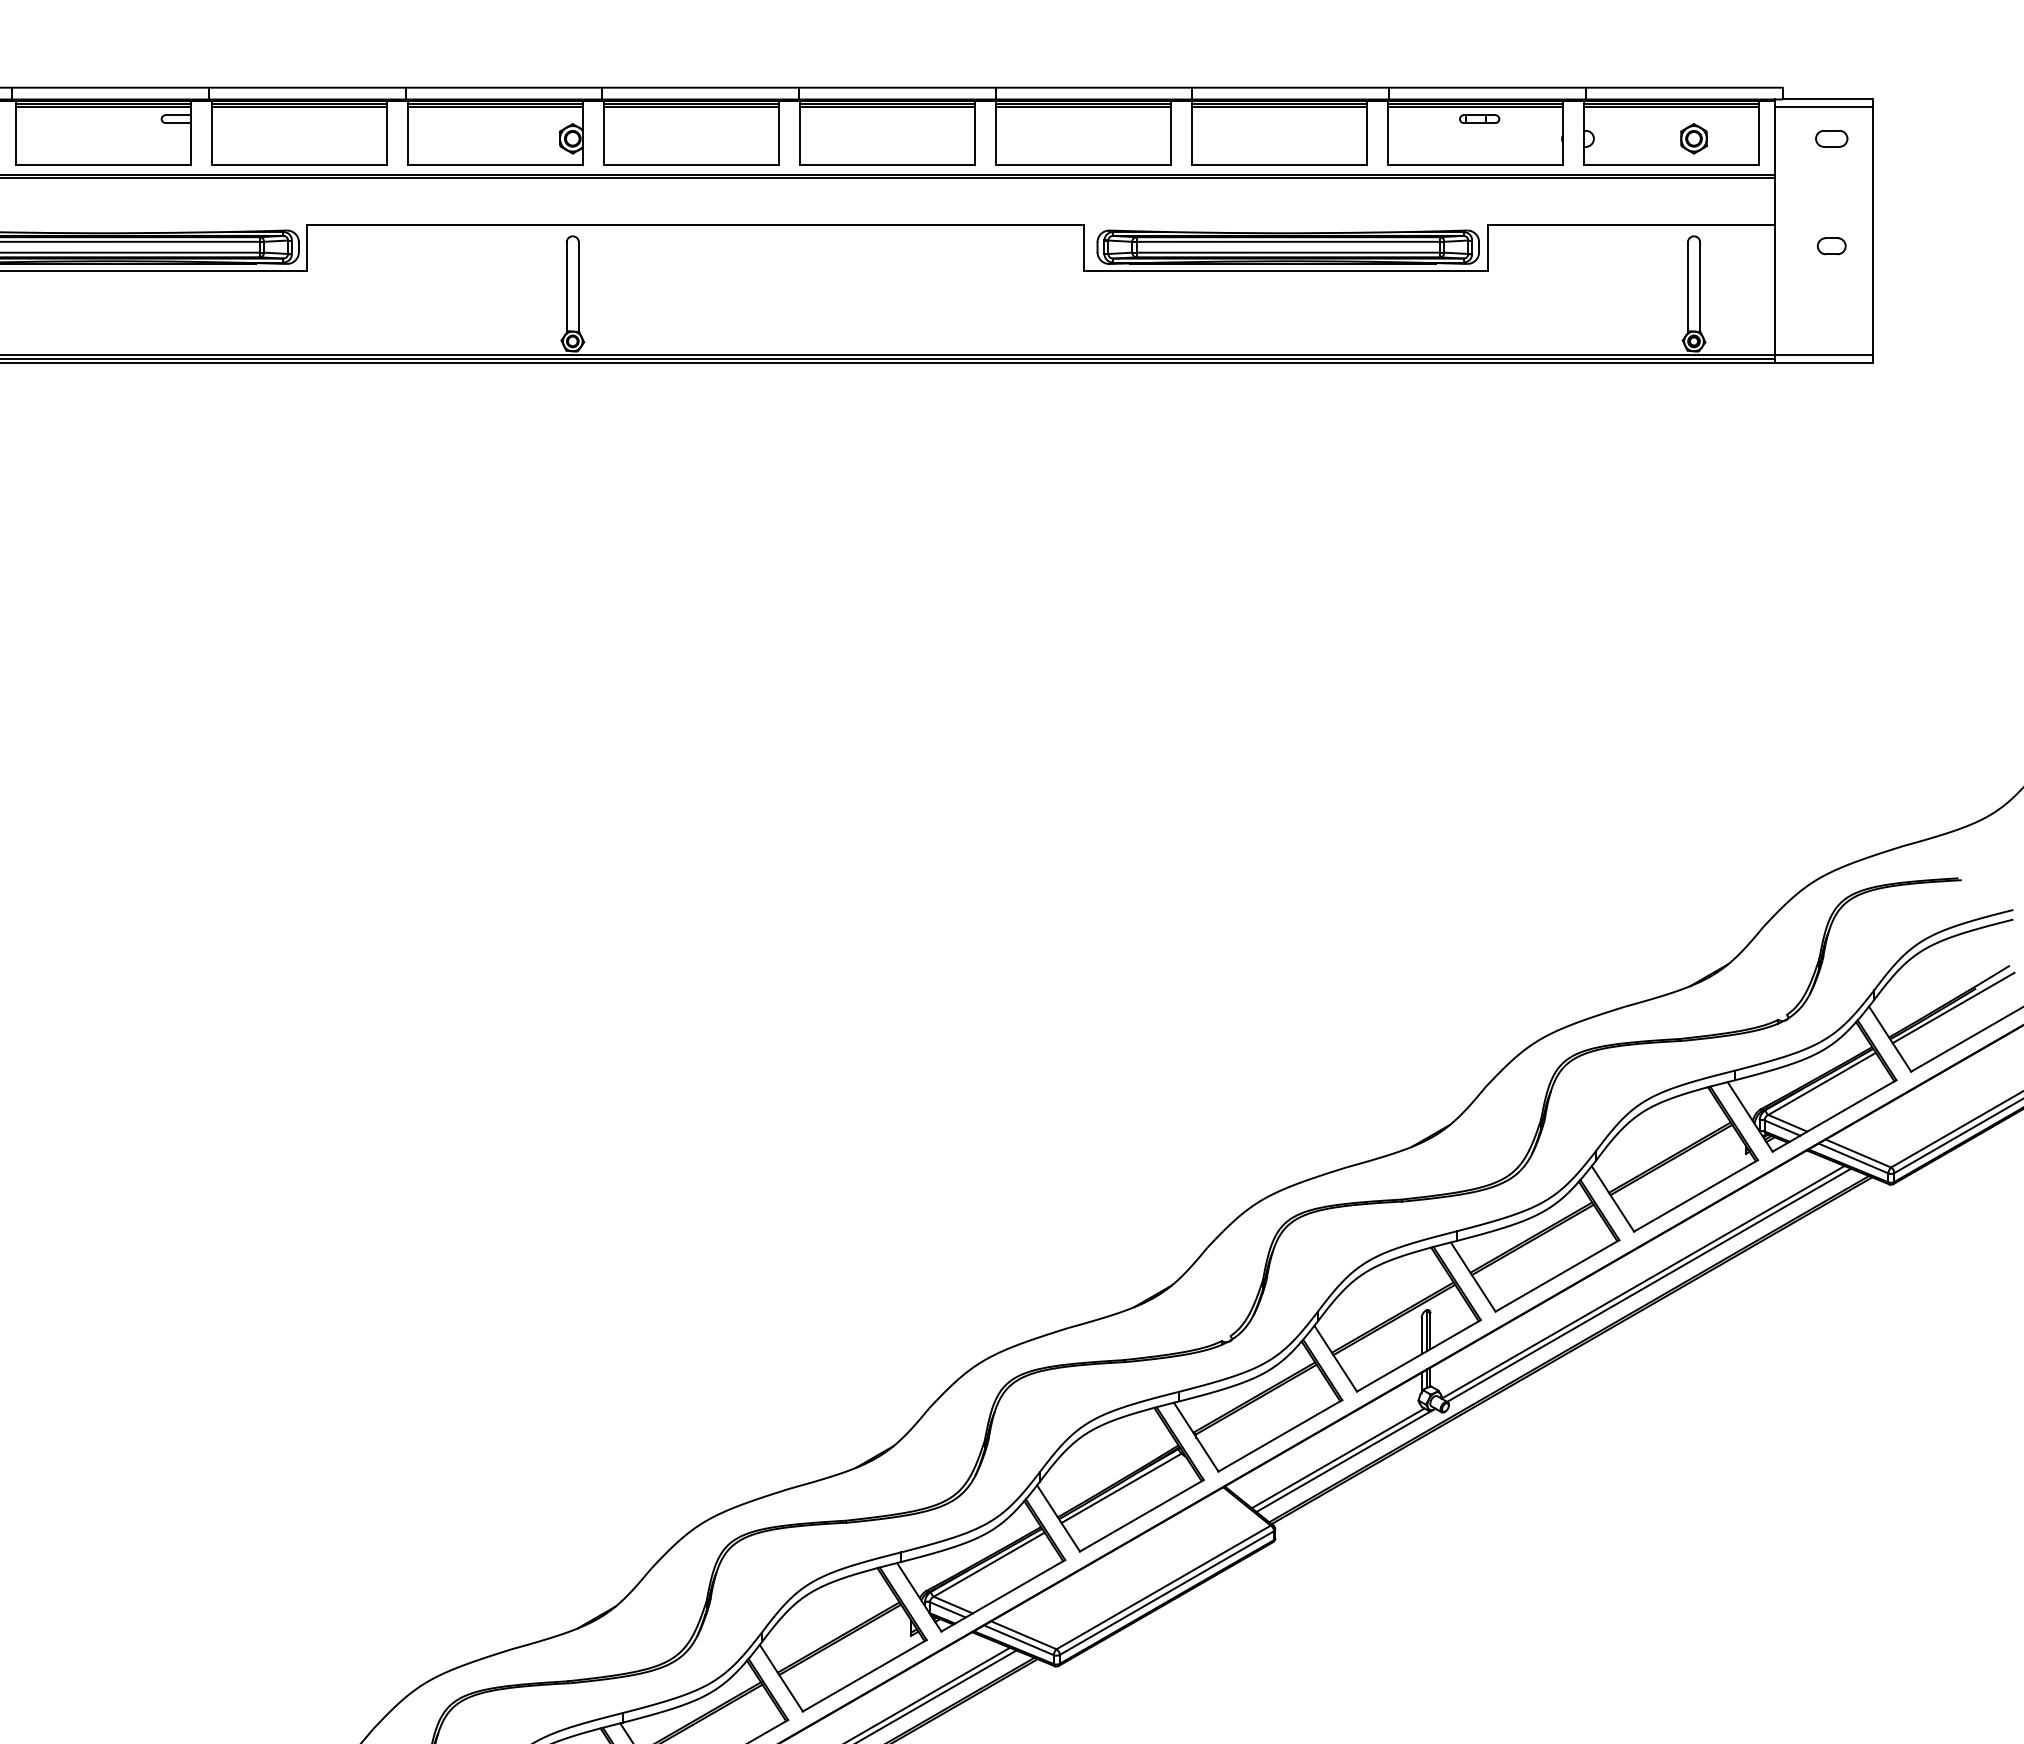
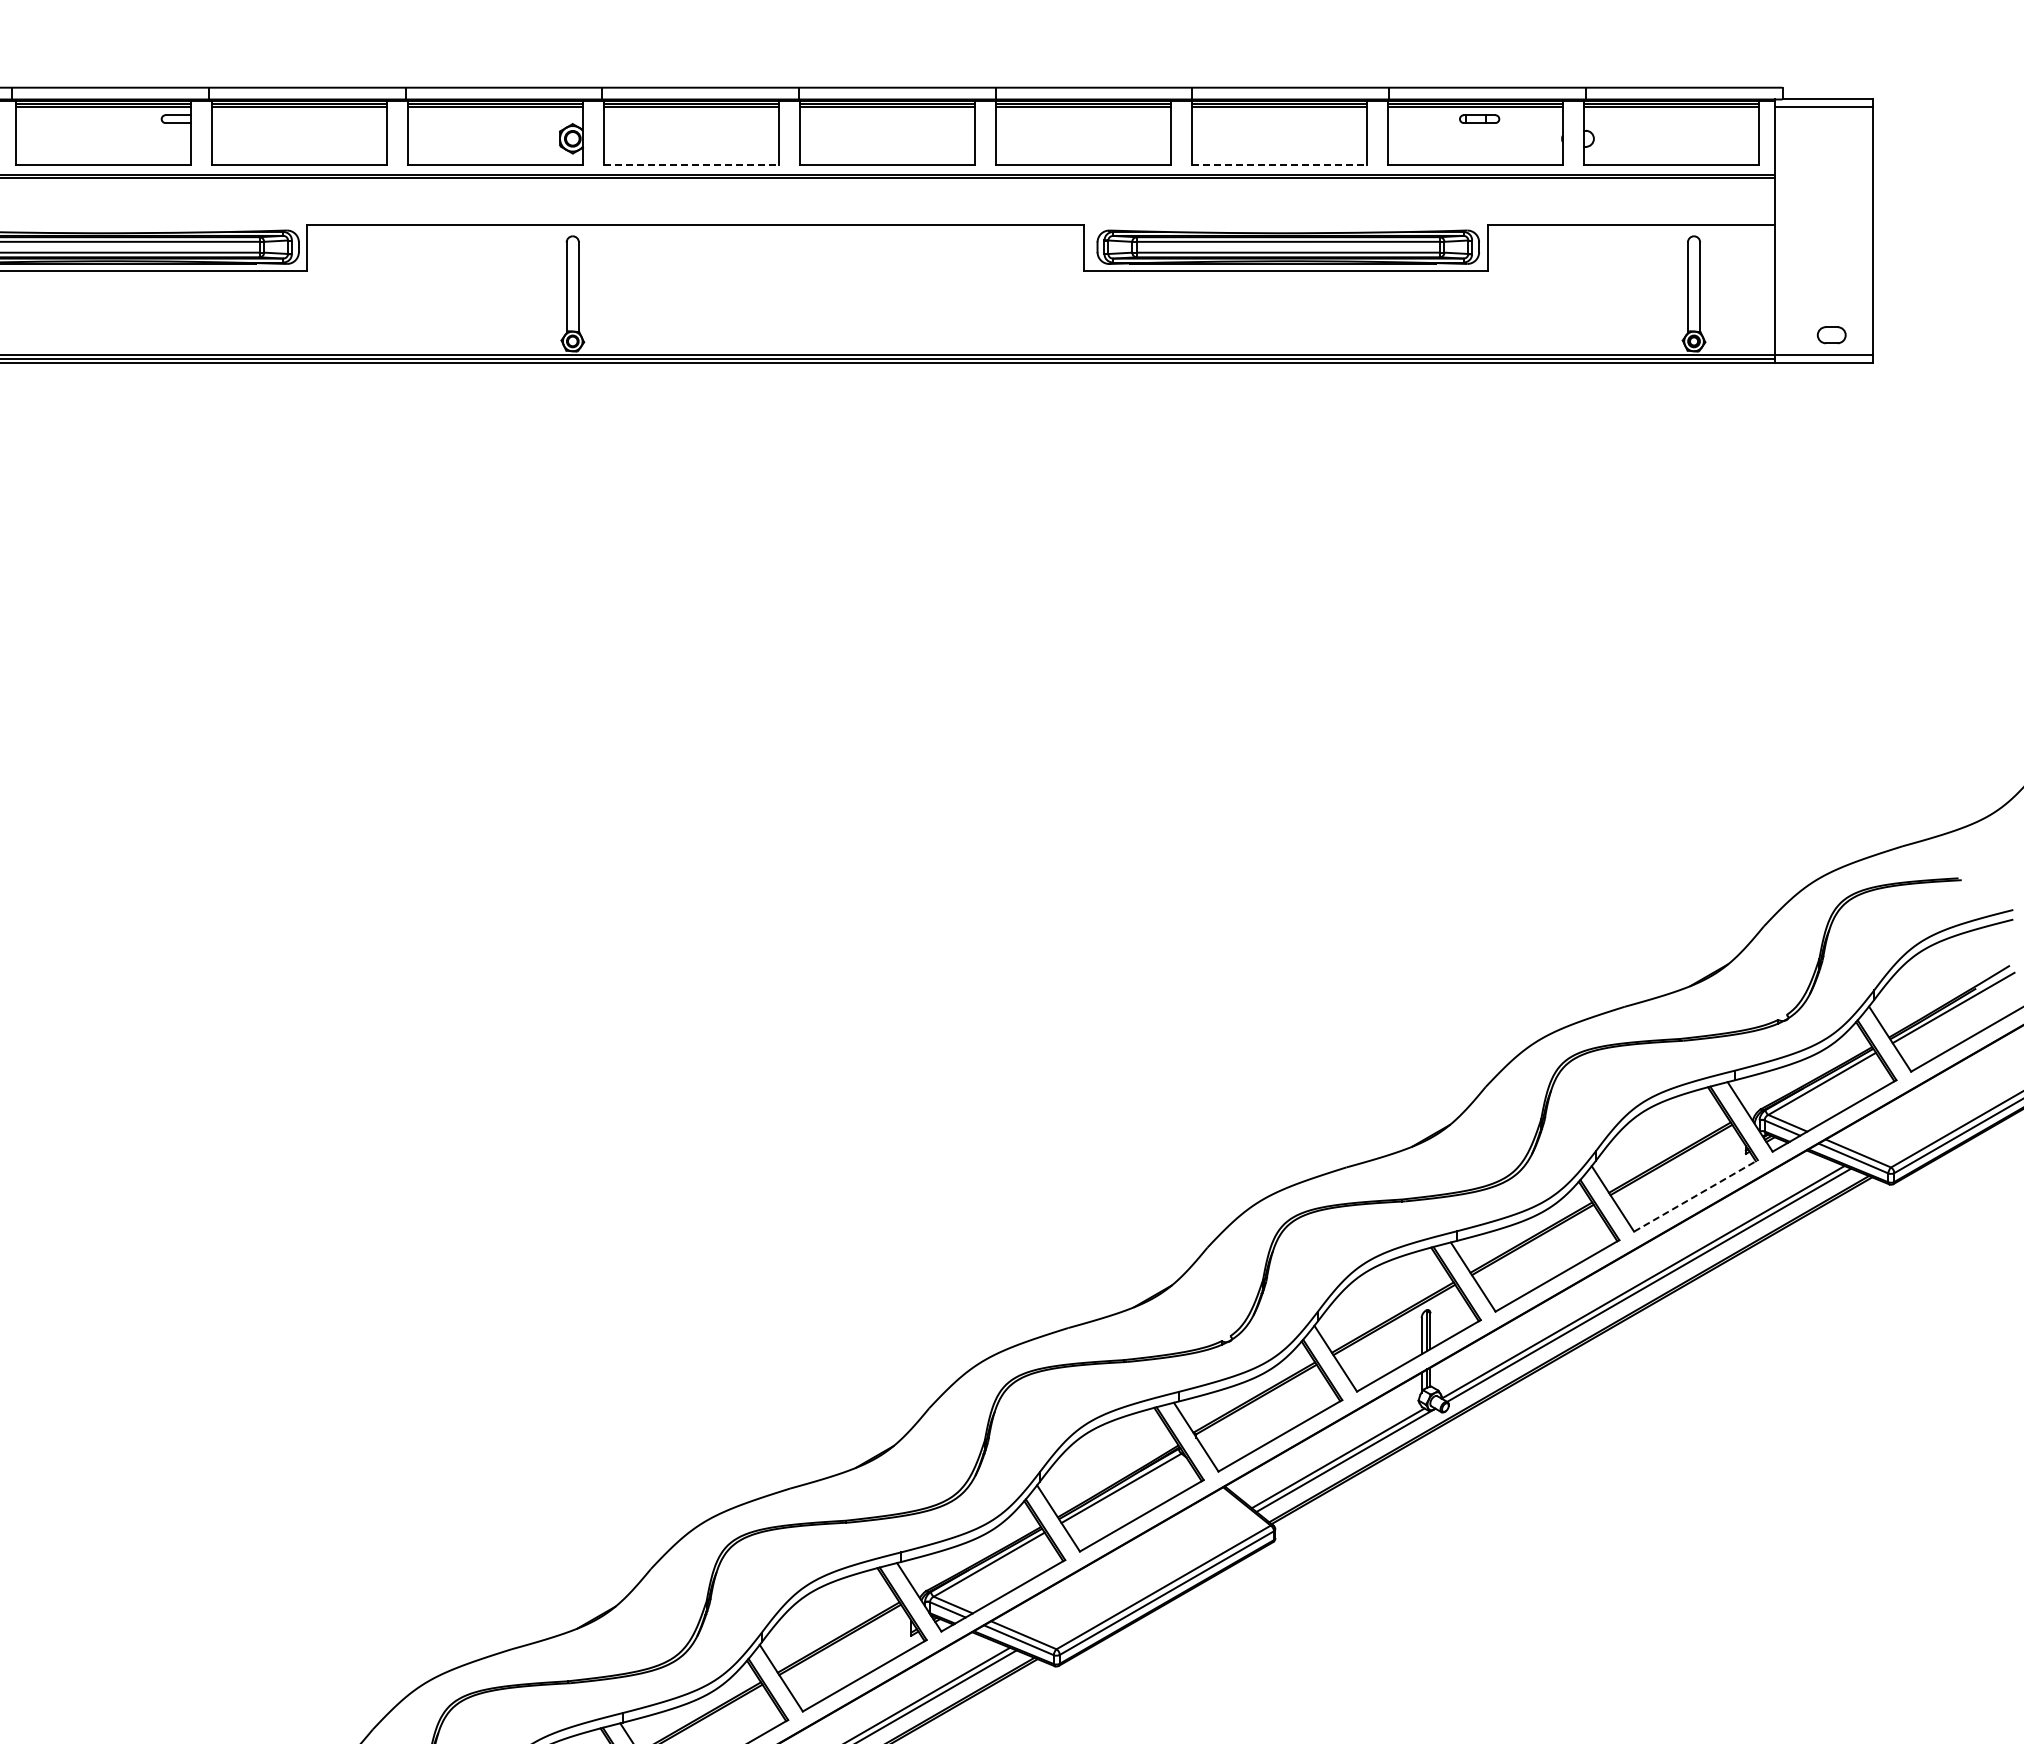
part at (1693, 138): present -> none
part at (1831, 138): present -> none
line at (691, 165): solid -> dashed
line at (1279, 165): solid -> dashed
part at (1831, 246) position: (1831, 246) -> (1831, 335)
line at (1696, 1195): solid -> dashed
